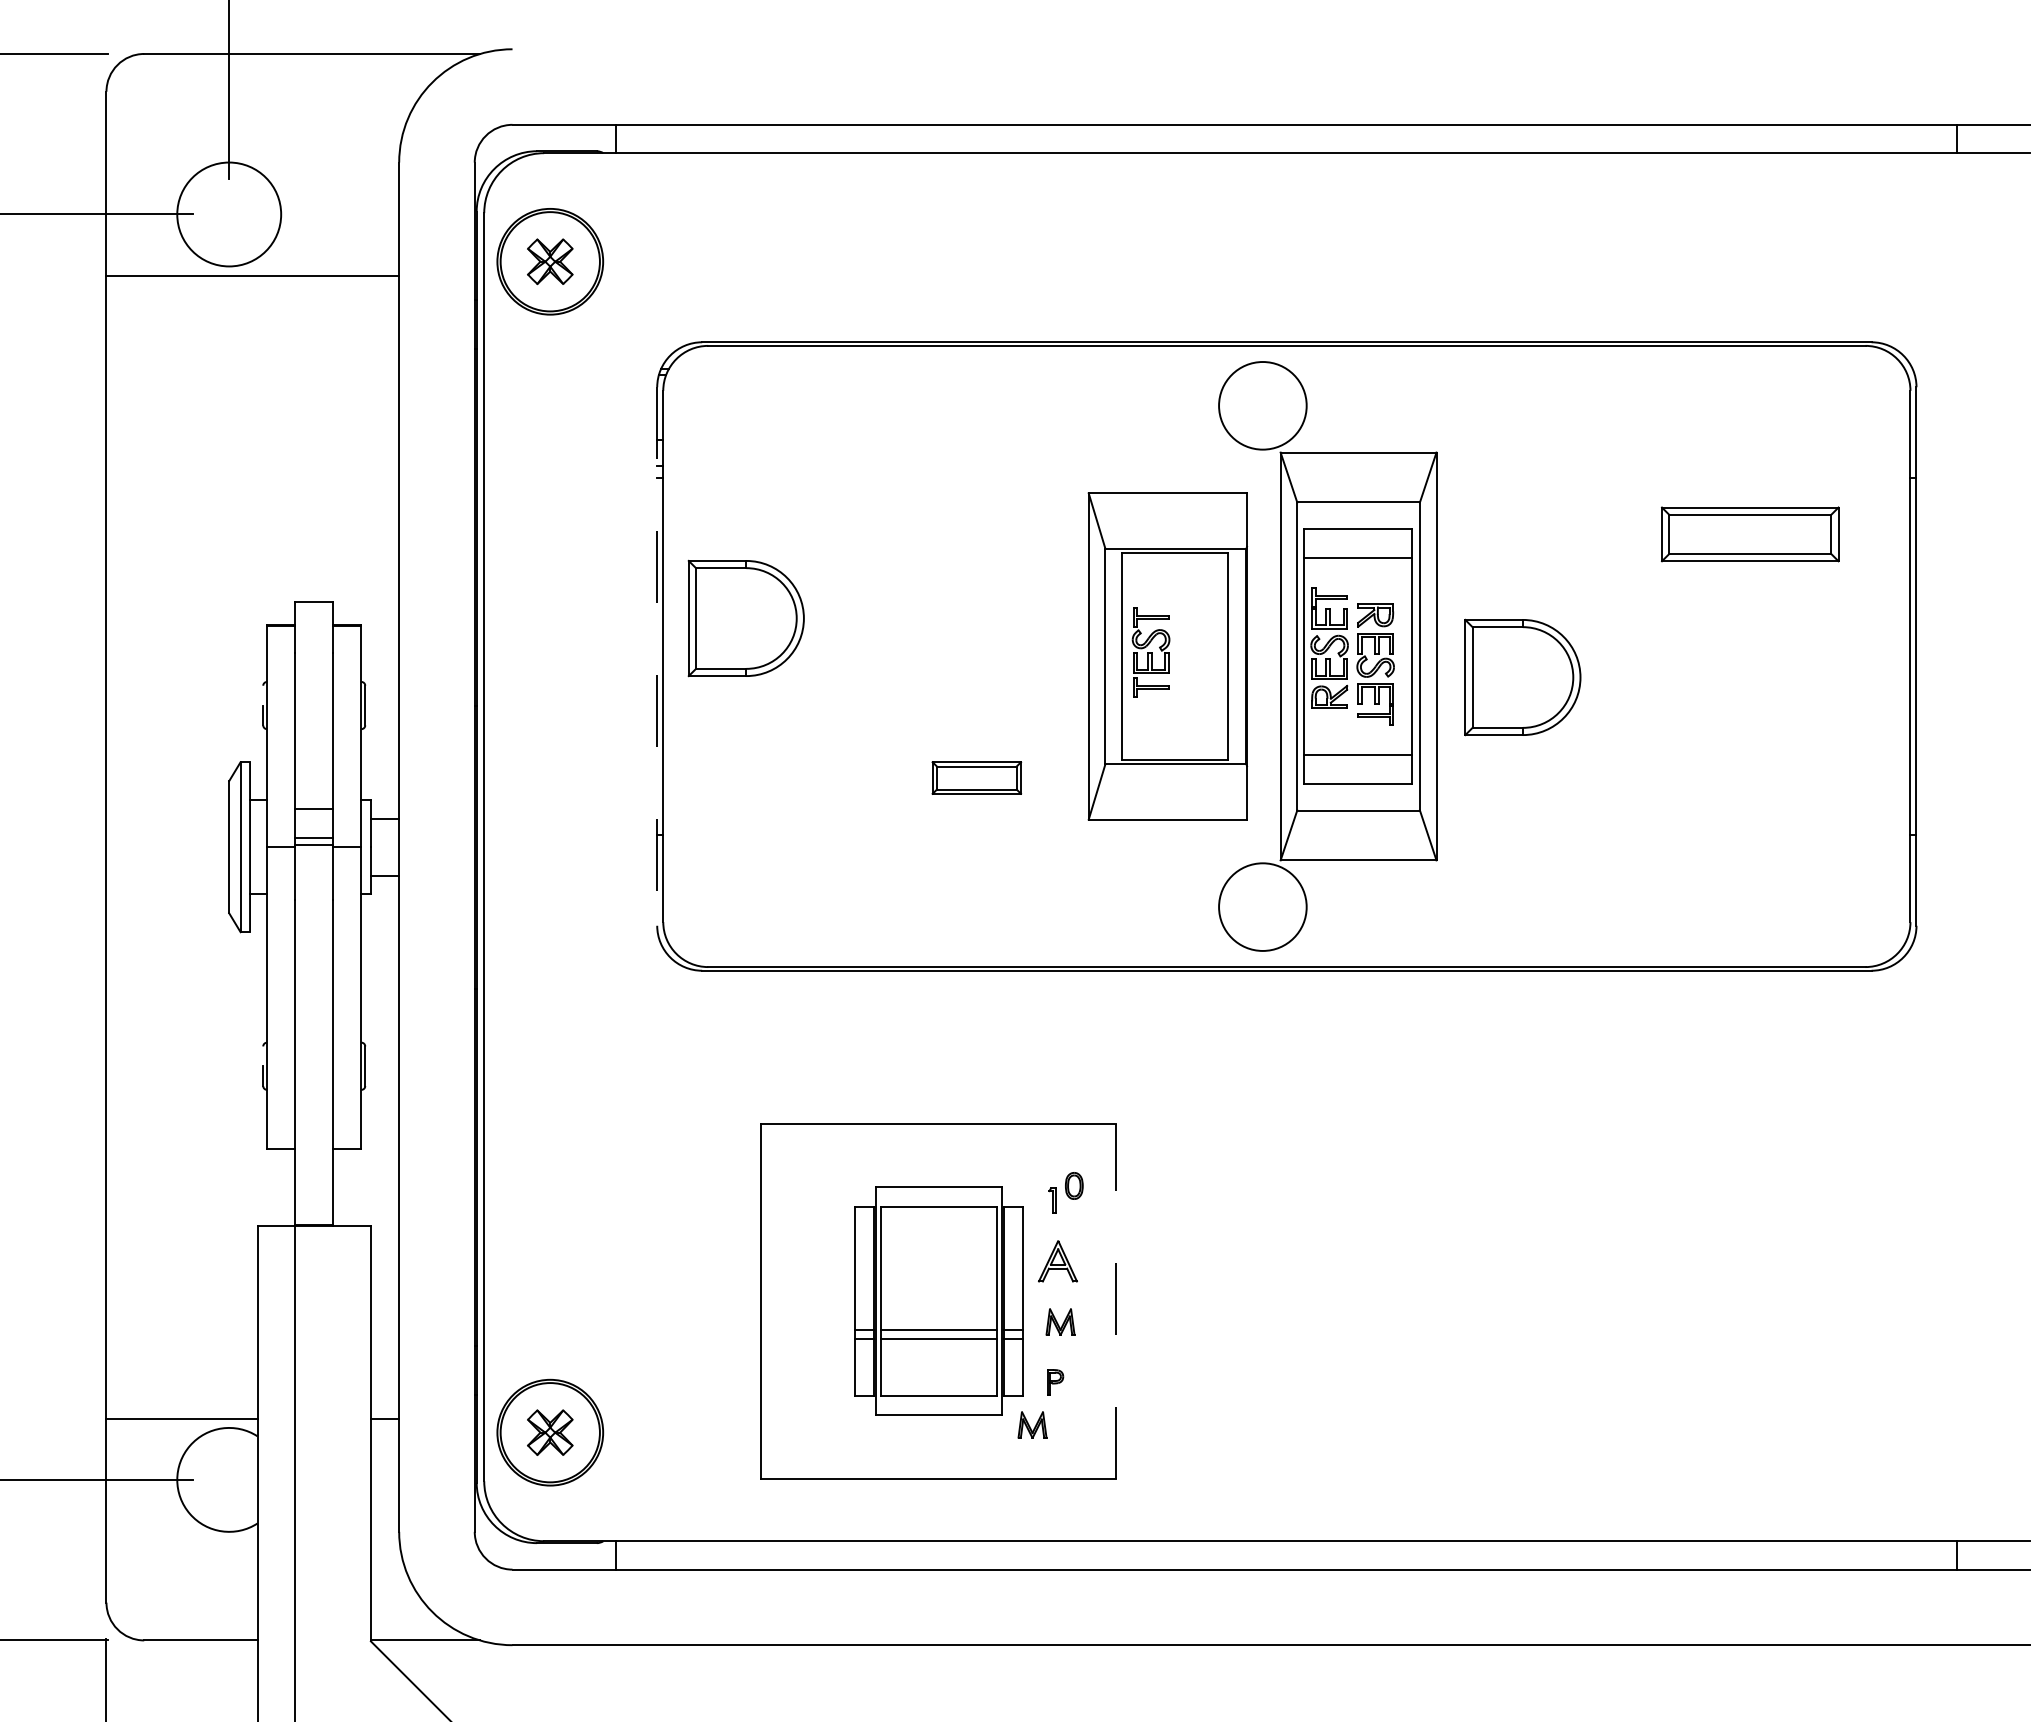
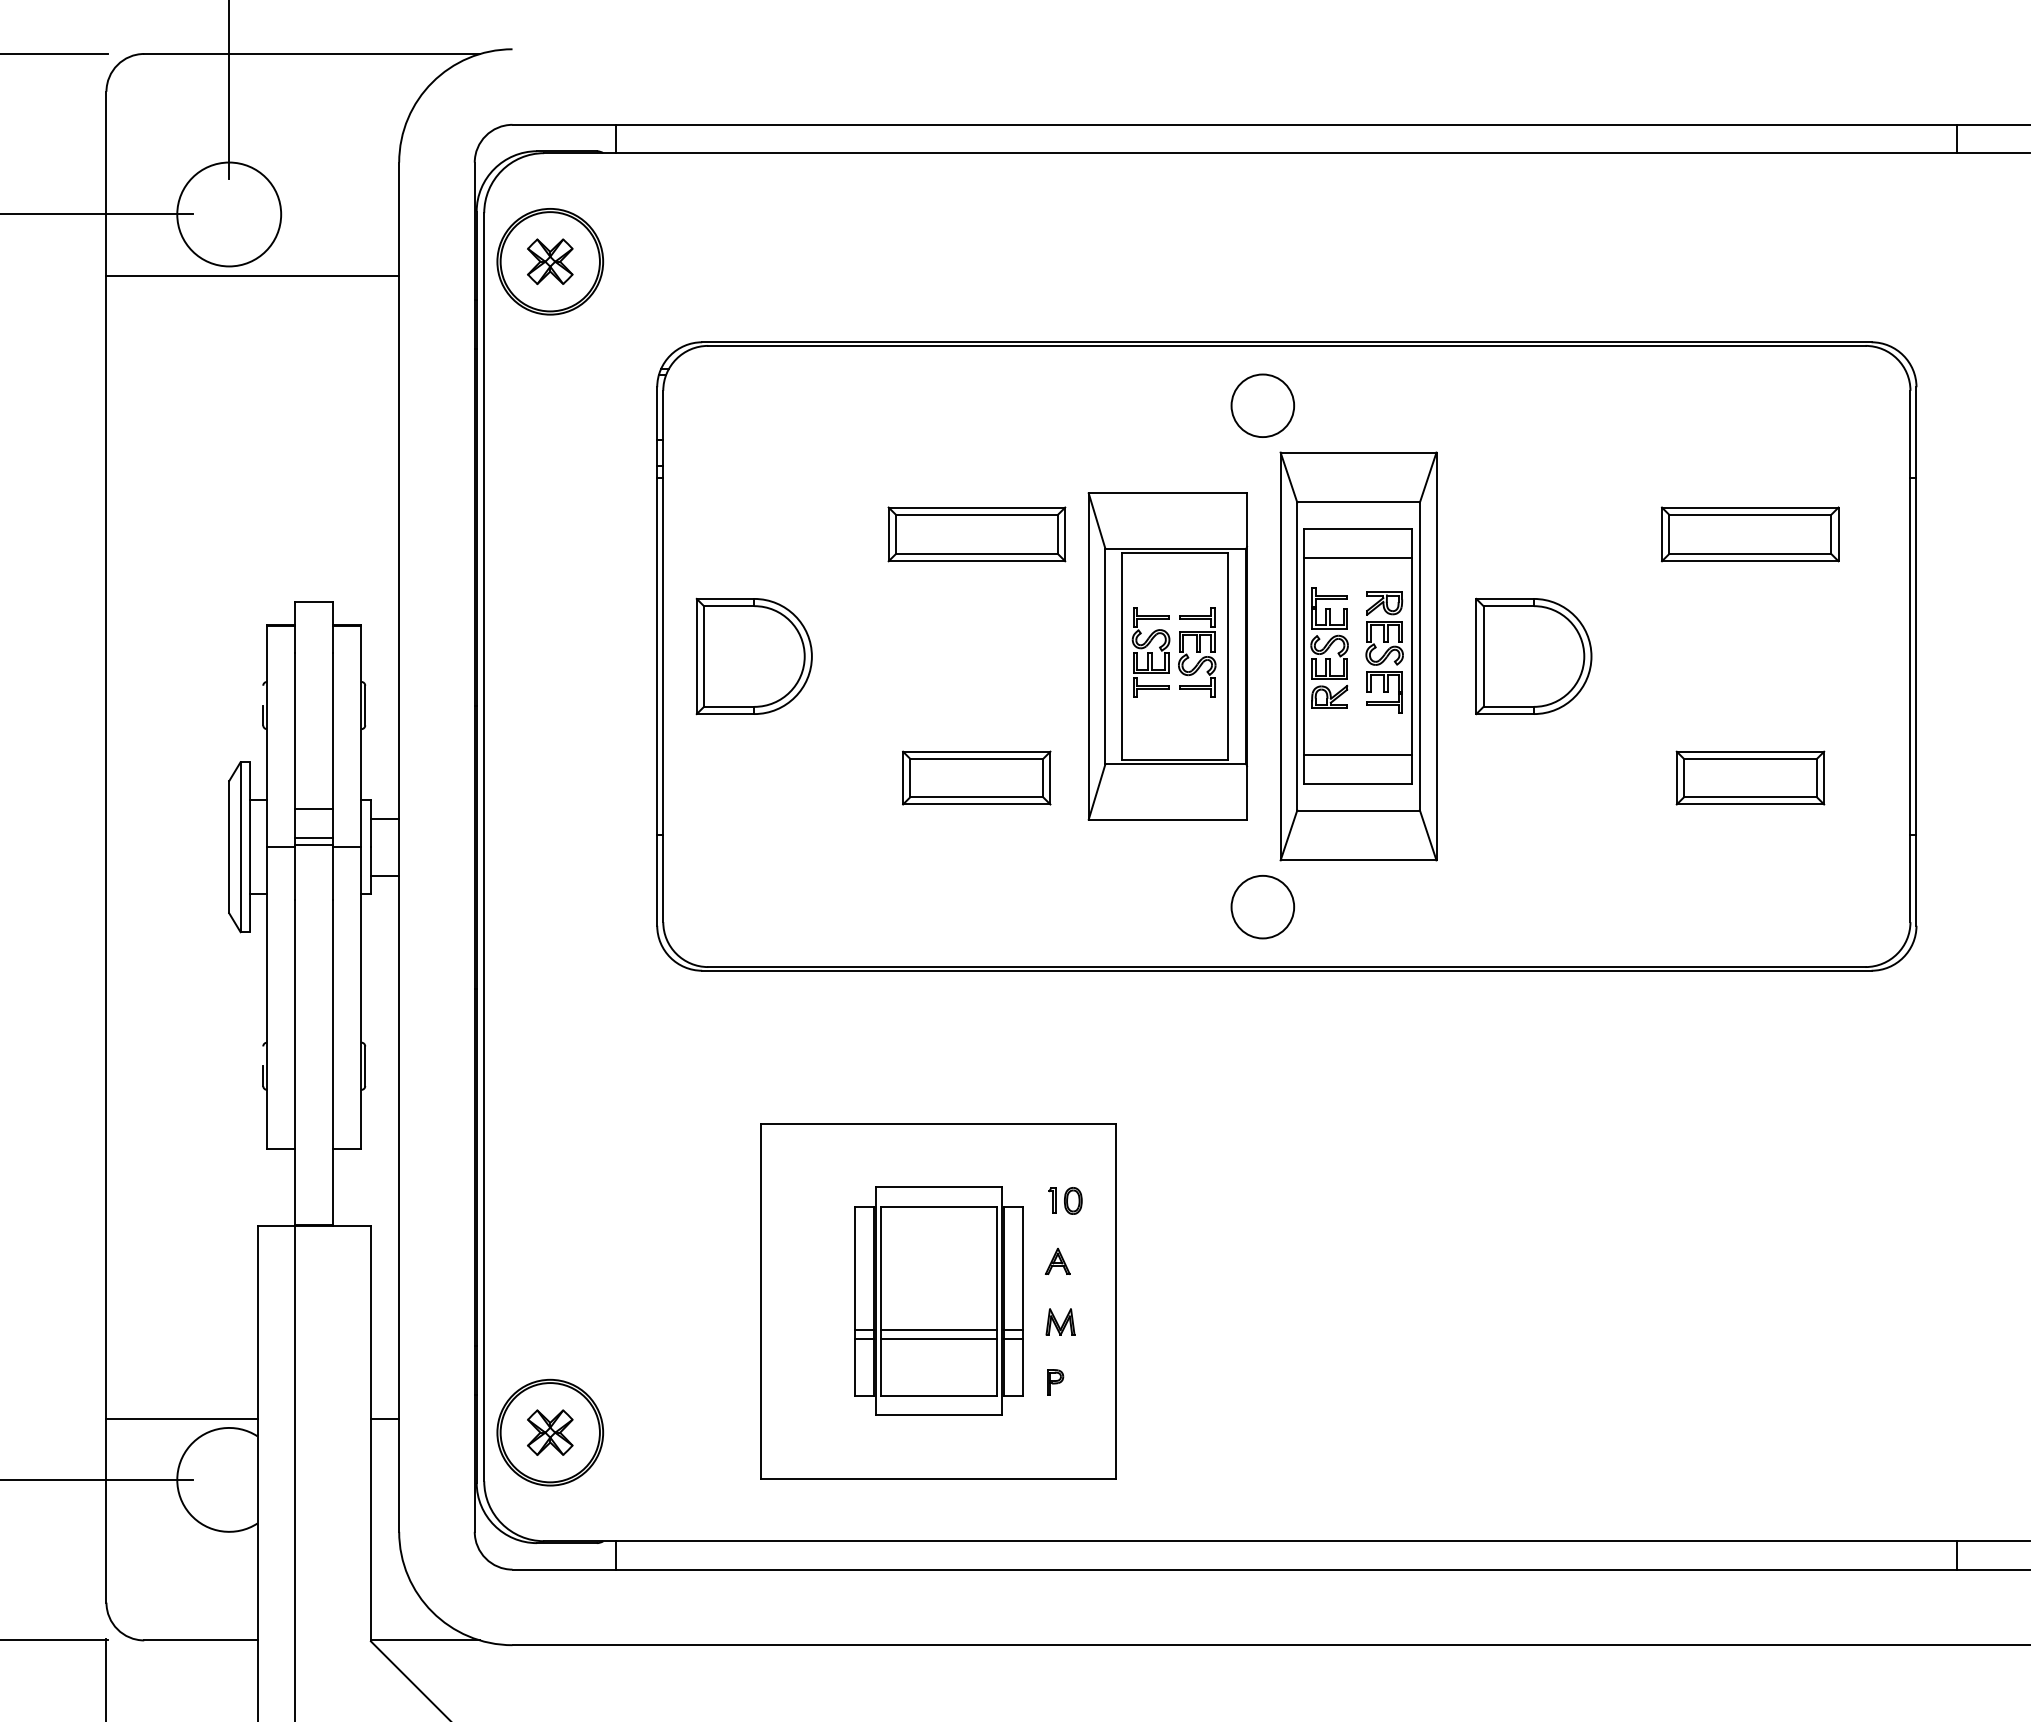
circle at (1262, 405) diameter: 88 px -> 63 px
part at (976, 534): none -> present
part at (745, 618) position: (745, 618) -> (753, 656)
part at (1197, 652): none -> present
line at (657, 657): dashed -> solid
part at (1375, 664) position: (1375, 664) -> (1384, 652)
part at (1522, 677) position: (1522, 677) -> (1533, 656)
part at (976, 777) size: 92x34 px -> 150x56 px
part at (1750, 777): none -> present
circle at (1262, 906) diameter: 88 px -> 63 px
part at (1074, 1185) position: (1074, 1185) -> (1073, 1200)
part at (1057, 1261) size: 40x43 px -> 27x27 px
line at (1116, 1300): dashed -> solid
part at (1032, 1424): present -> none
